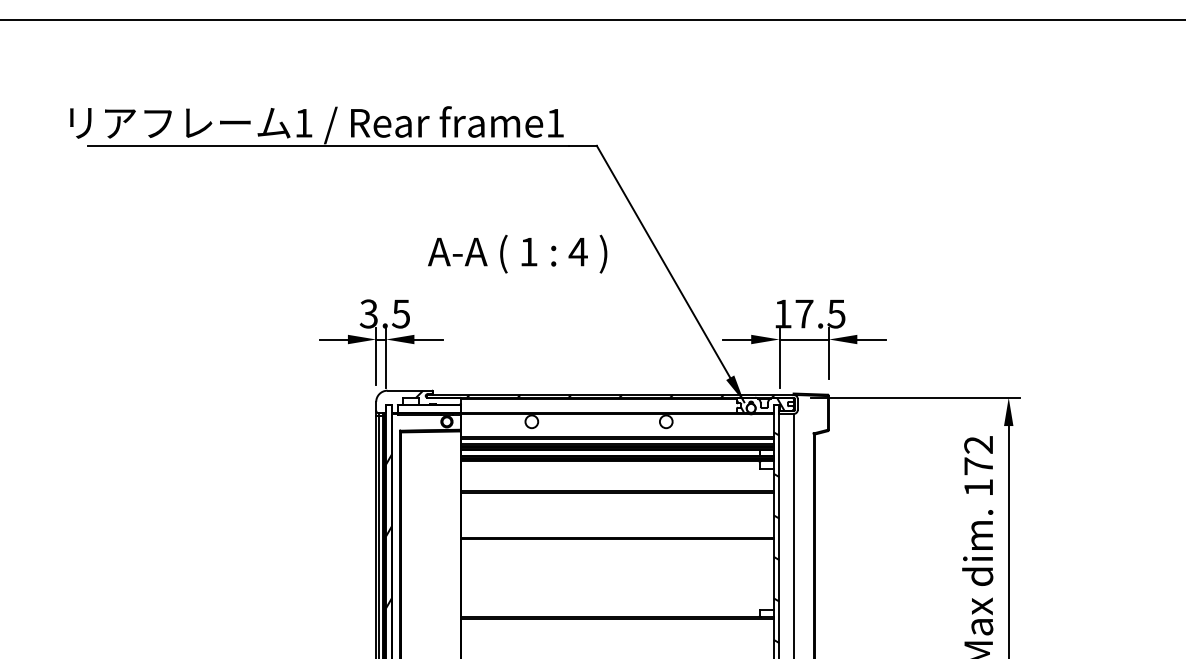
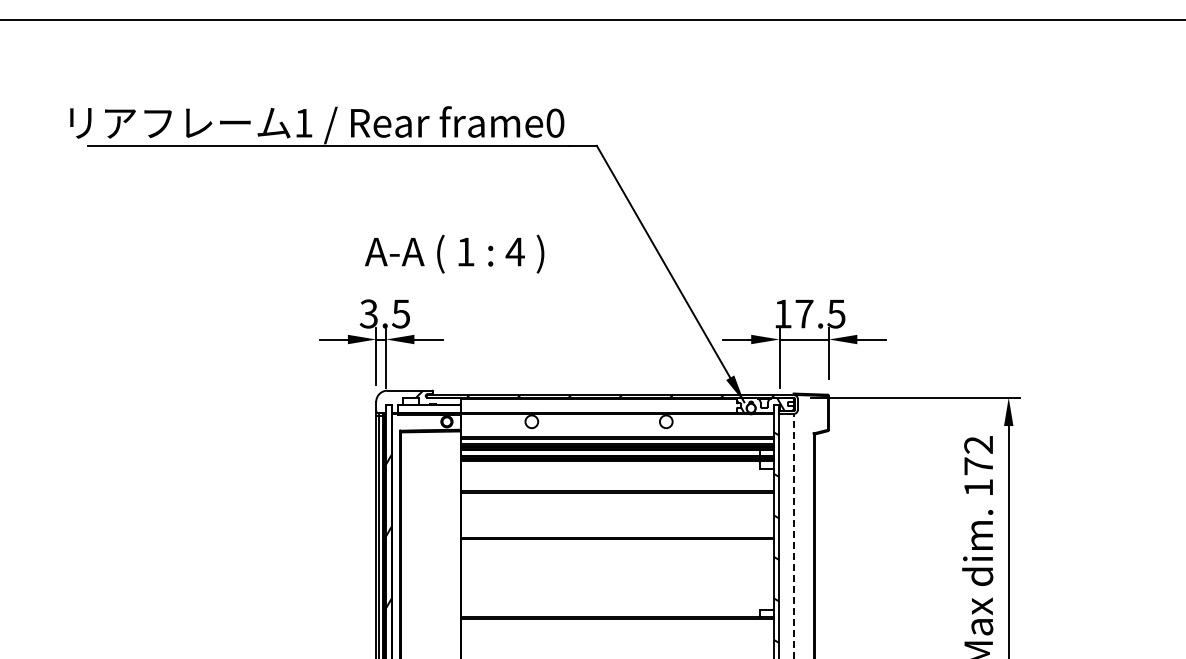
text at (555, 122): frame1 -> frame0
text at (517, 253) position: (517, 253) -> (454, 253)
line at (793, 535): solid -> dashed
